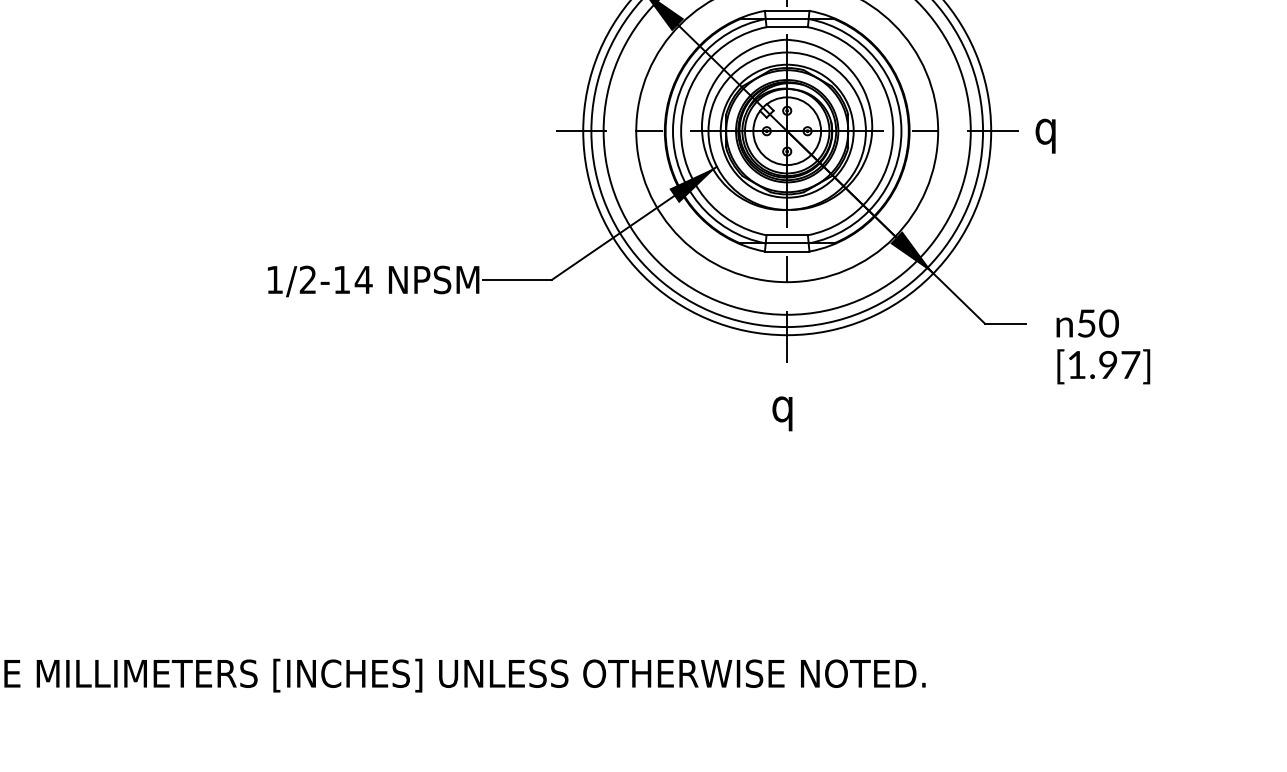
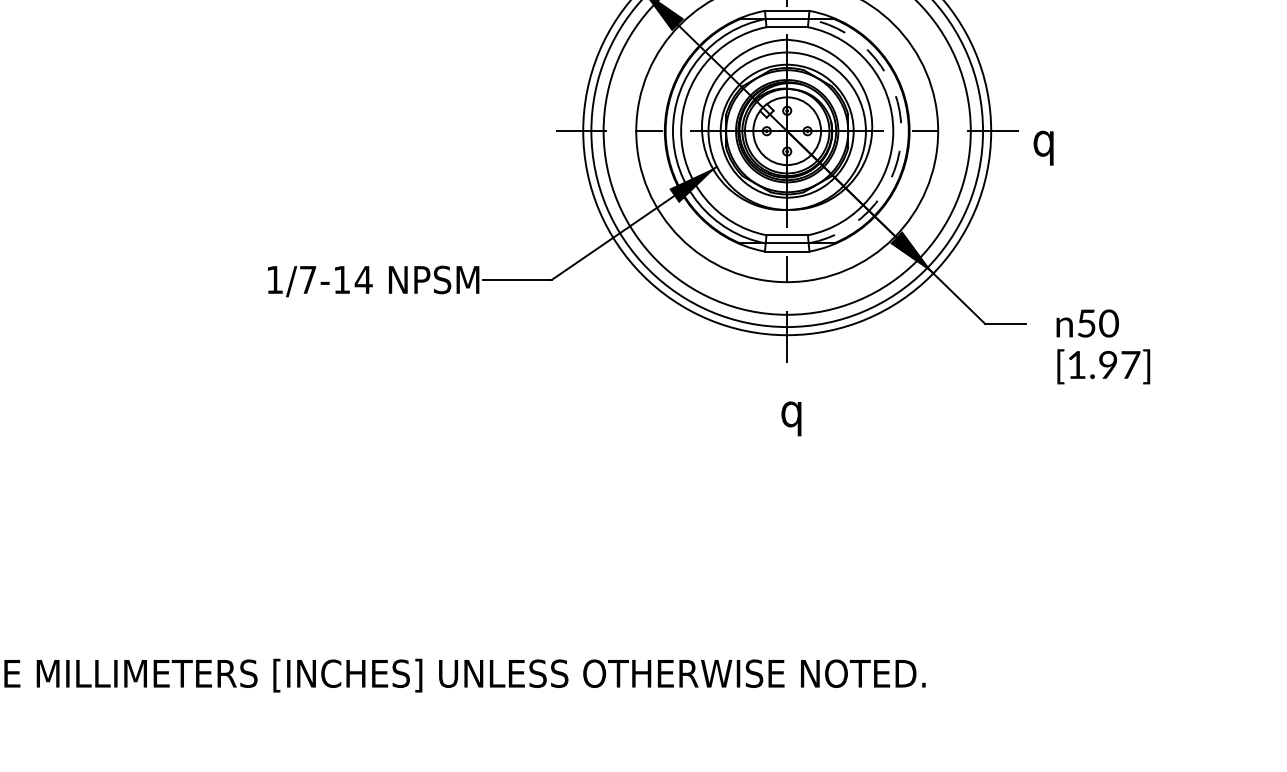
arc at (901, 131): solid -> dashed
text at (1045, 135) position: (1045, 135) -> (1043, 147)
text at (307, 279): 1/2-14 -> 1/7-14
text at (782, 413) position: (782, 413) -> (791, 418)
